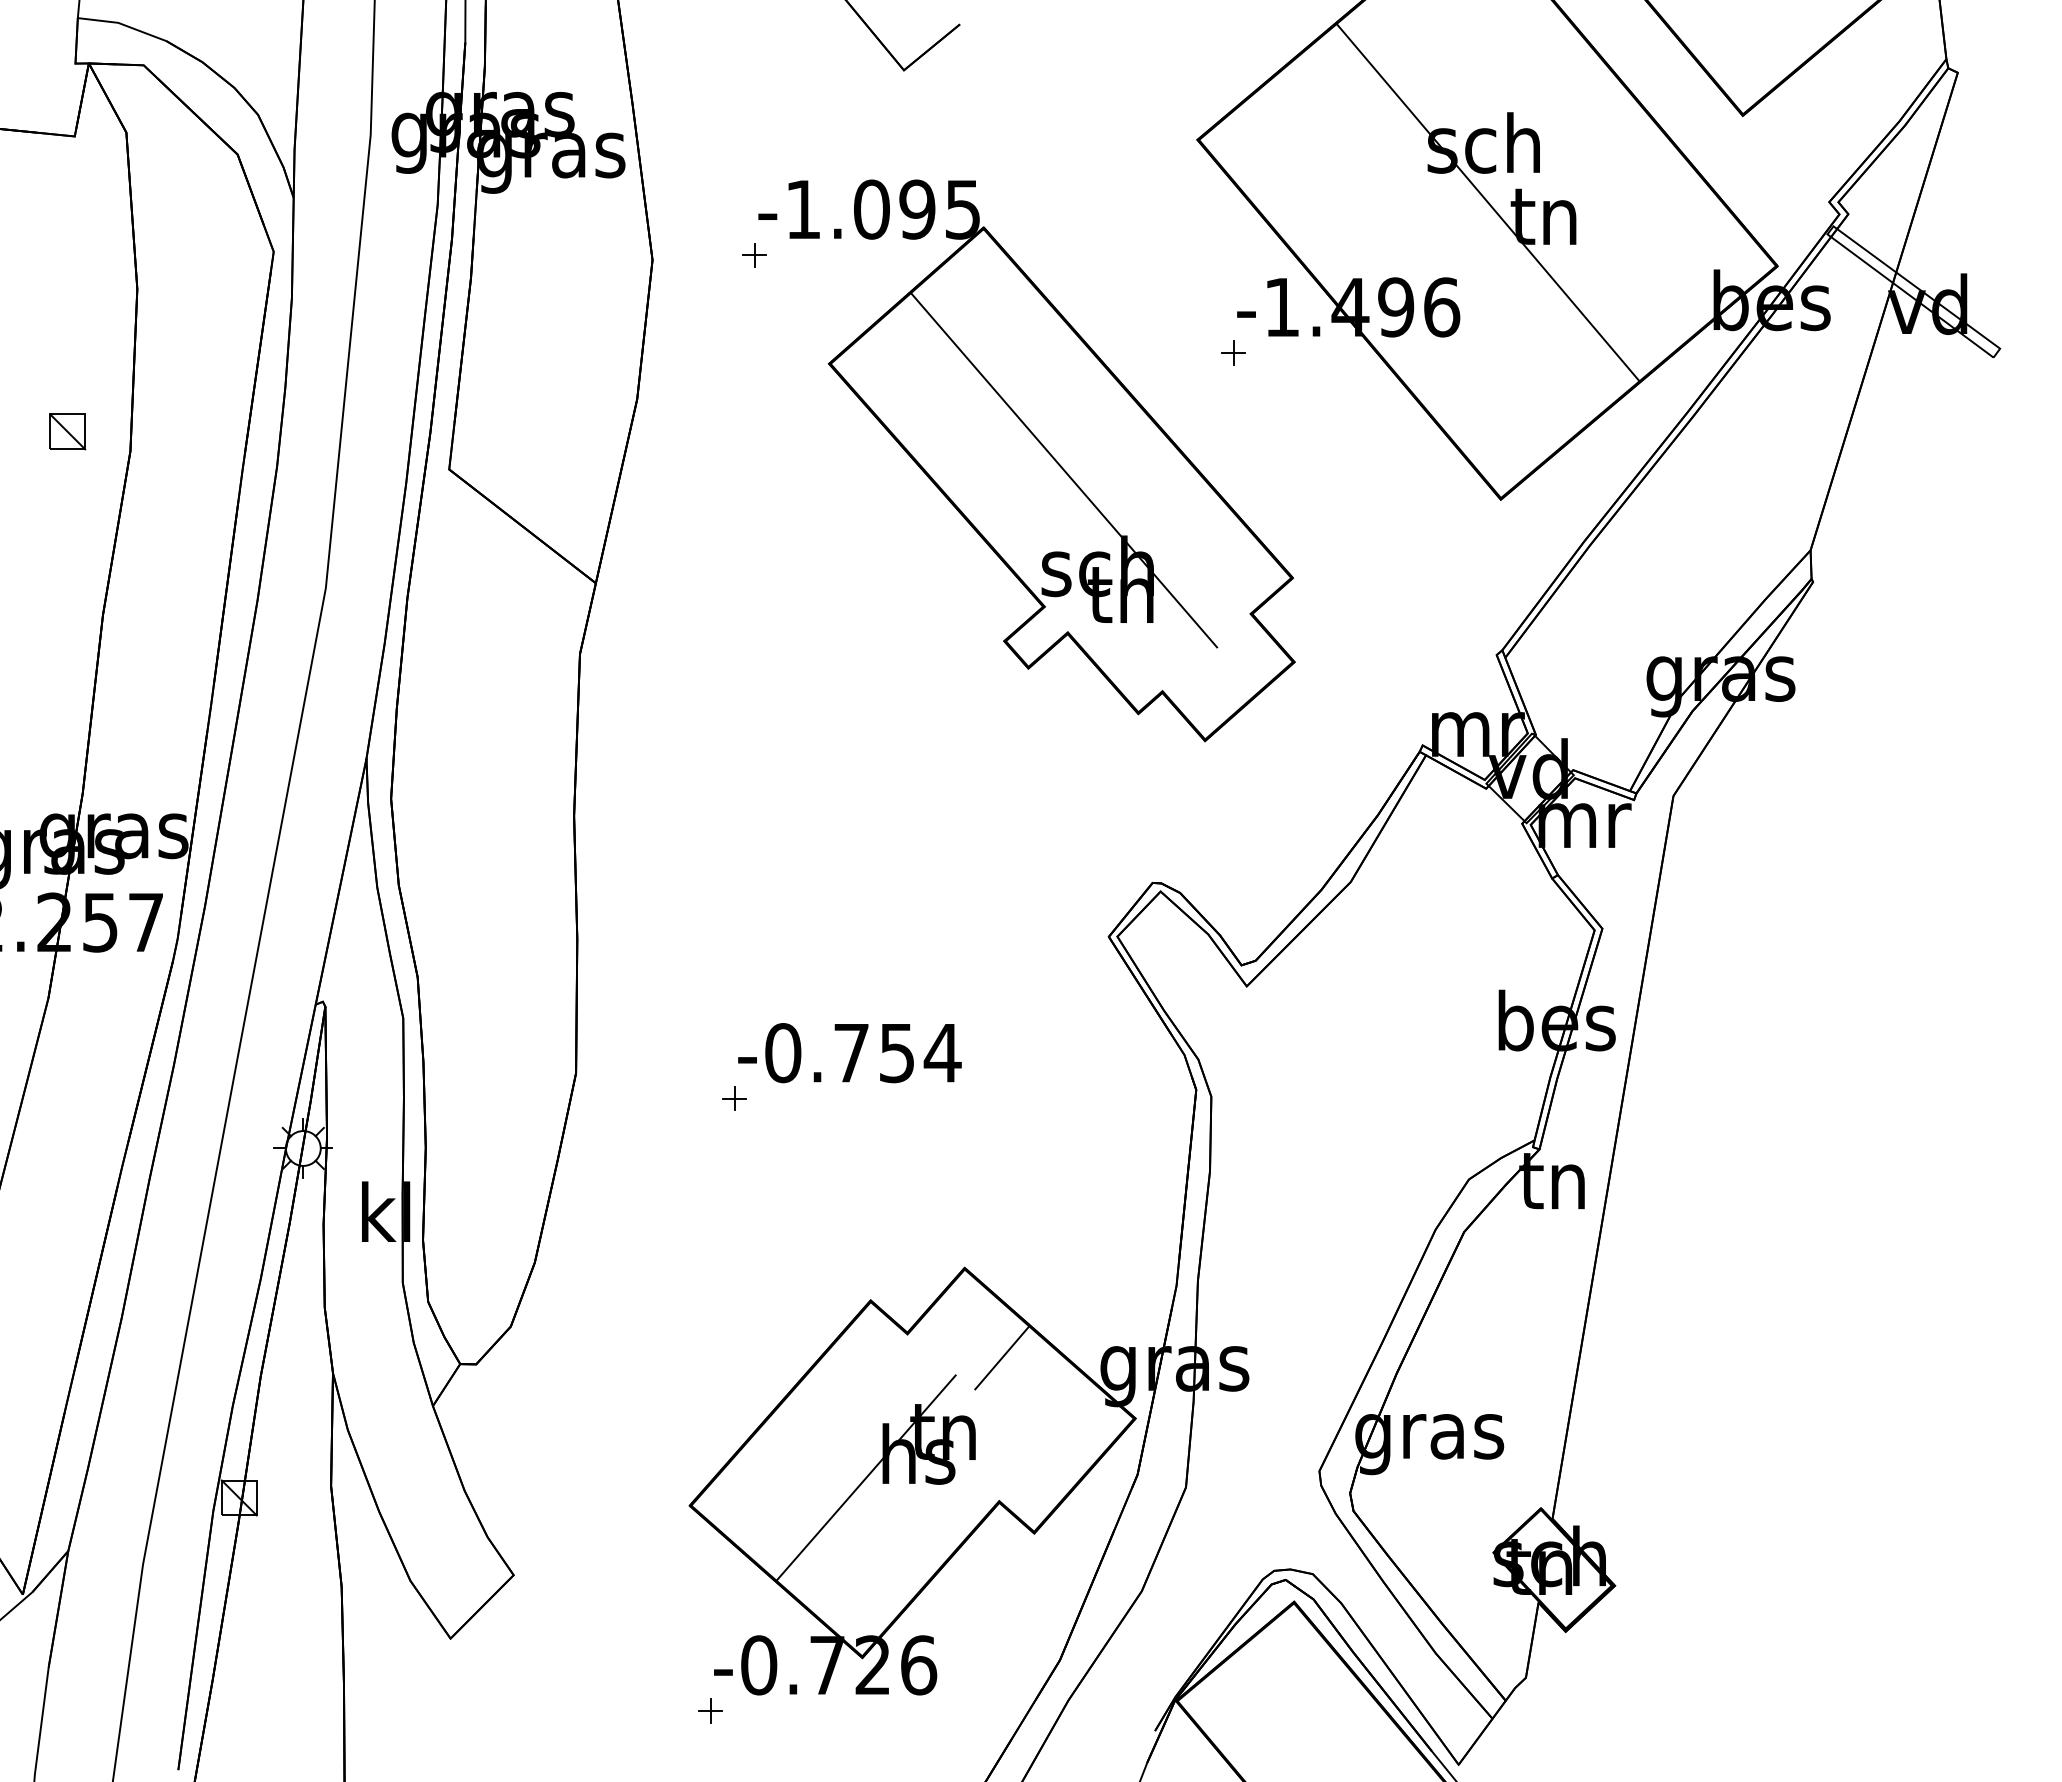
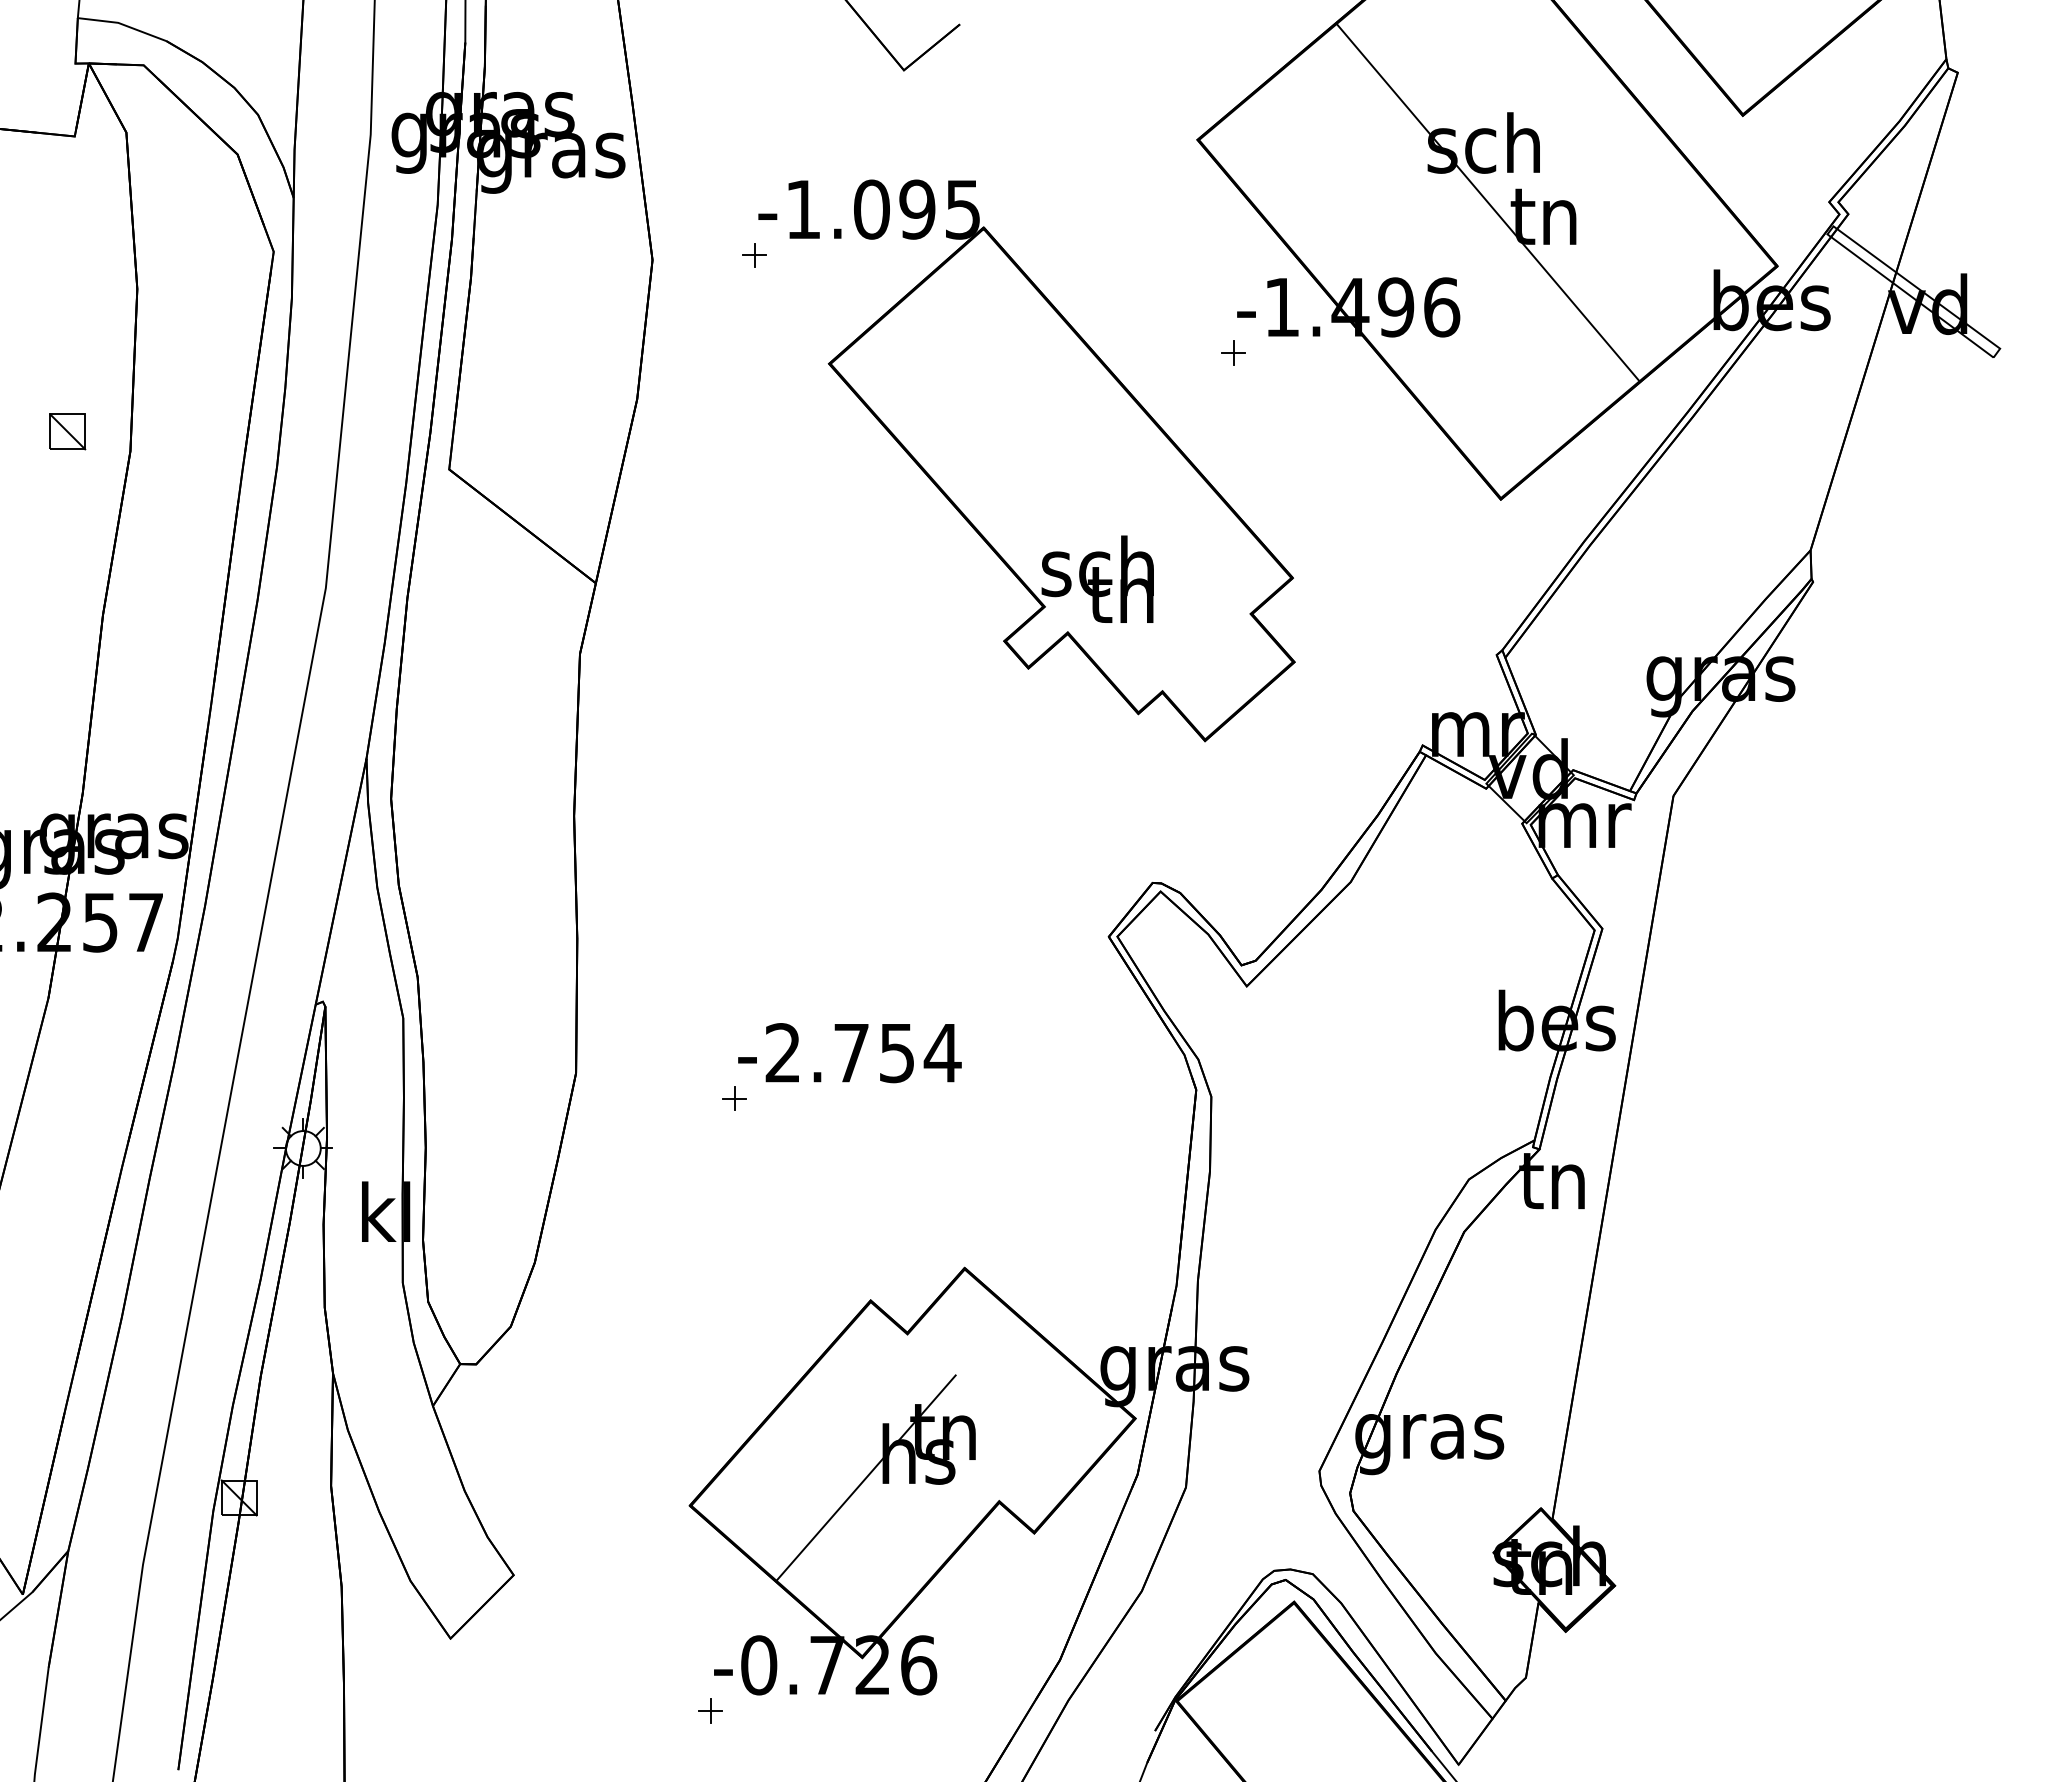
line at (1064, 470): present -> none
text at (783, 1053): -0.754 -> -2.754
line at (1001, 1358): present -> none
